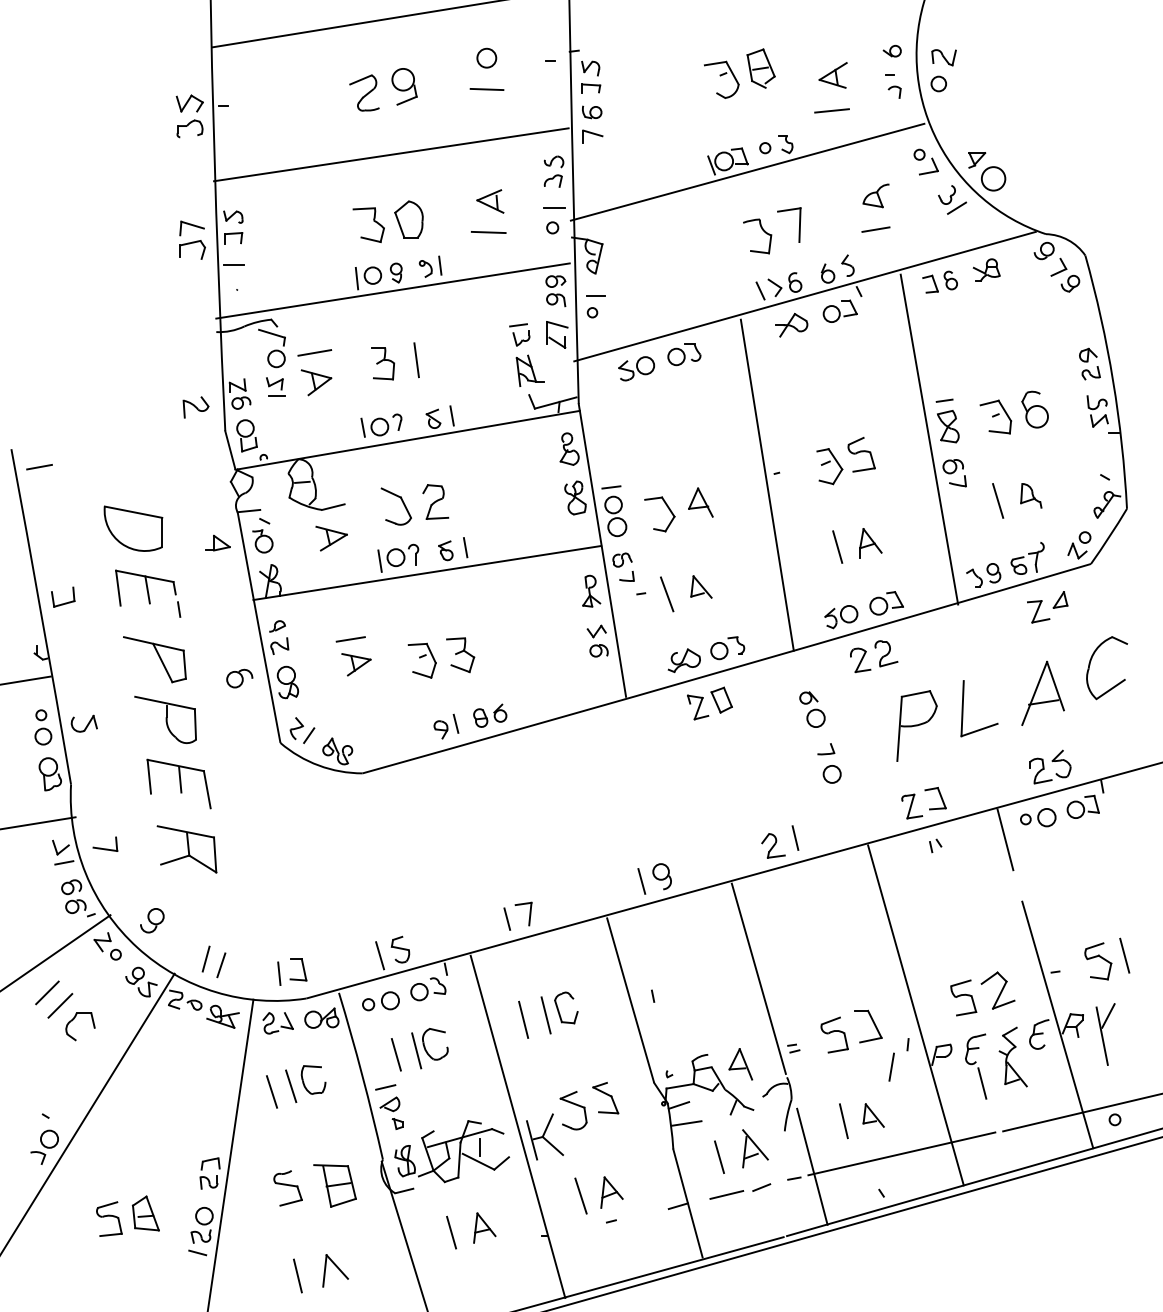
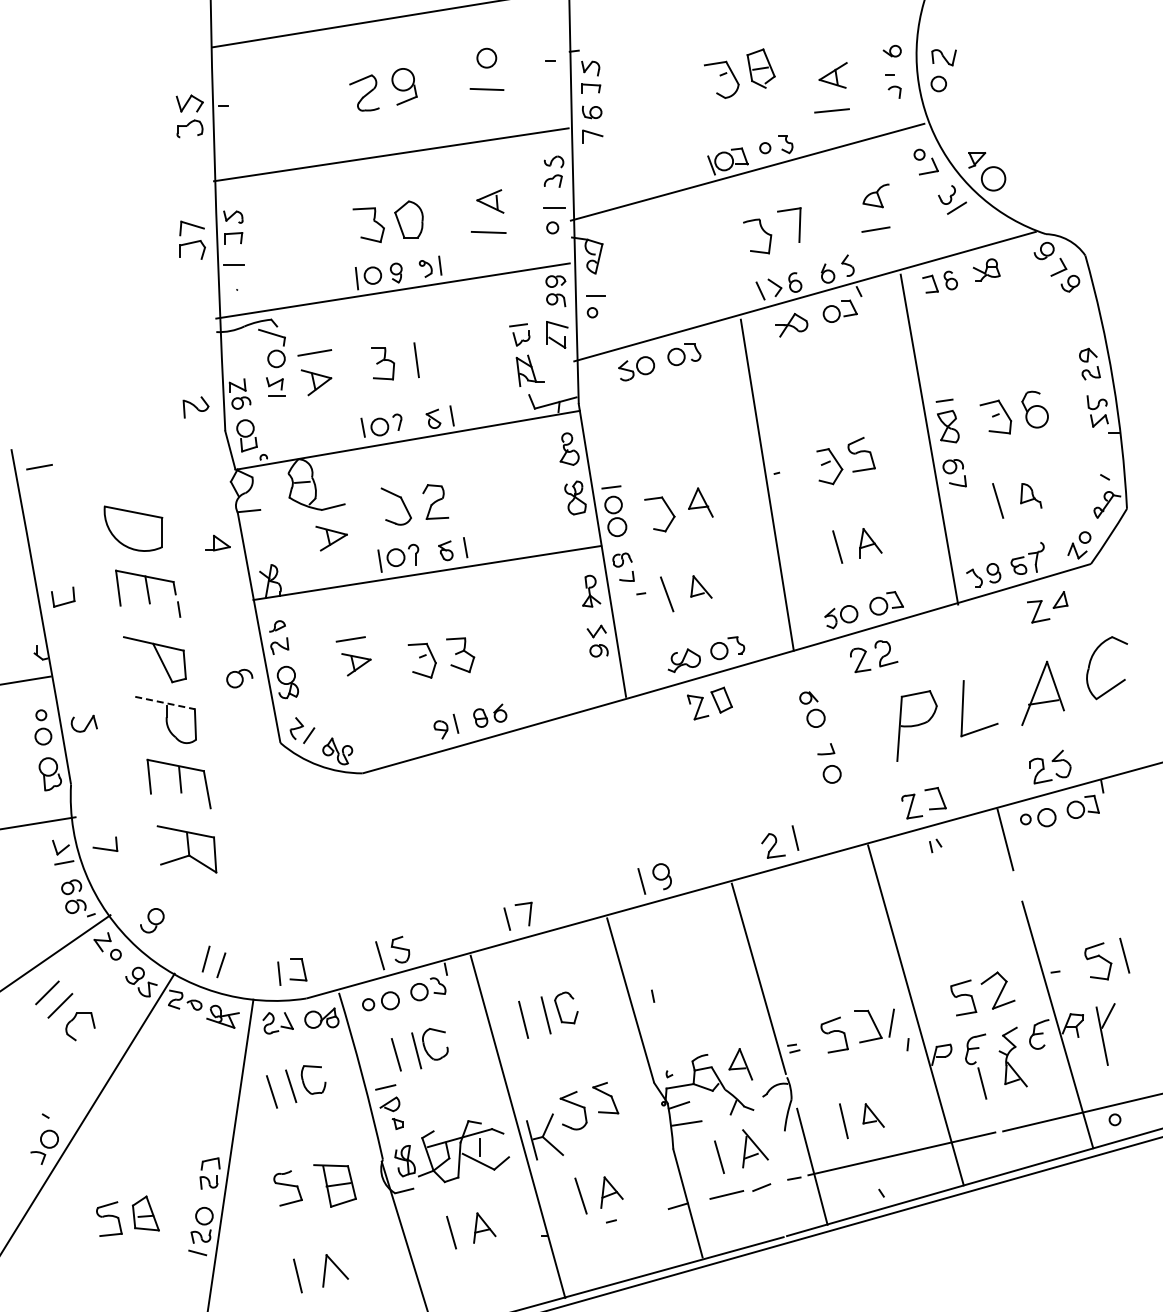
part at (262, 535): present -> none
line at (165, 703): solid -> dashed
line at (891, 1066) position: (891, 1066) -> (891, 1022)
